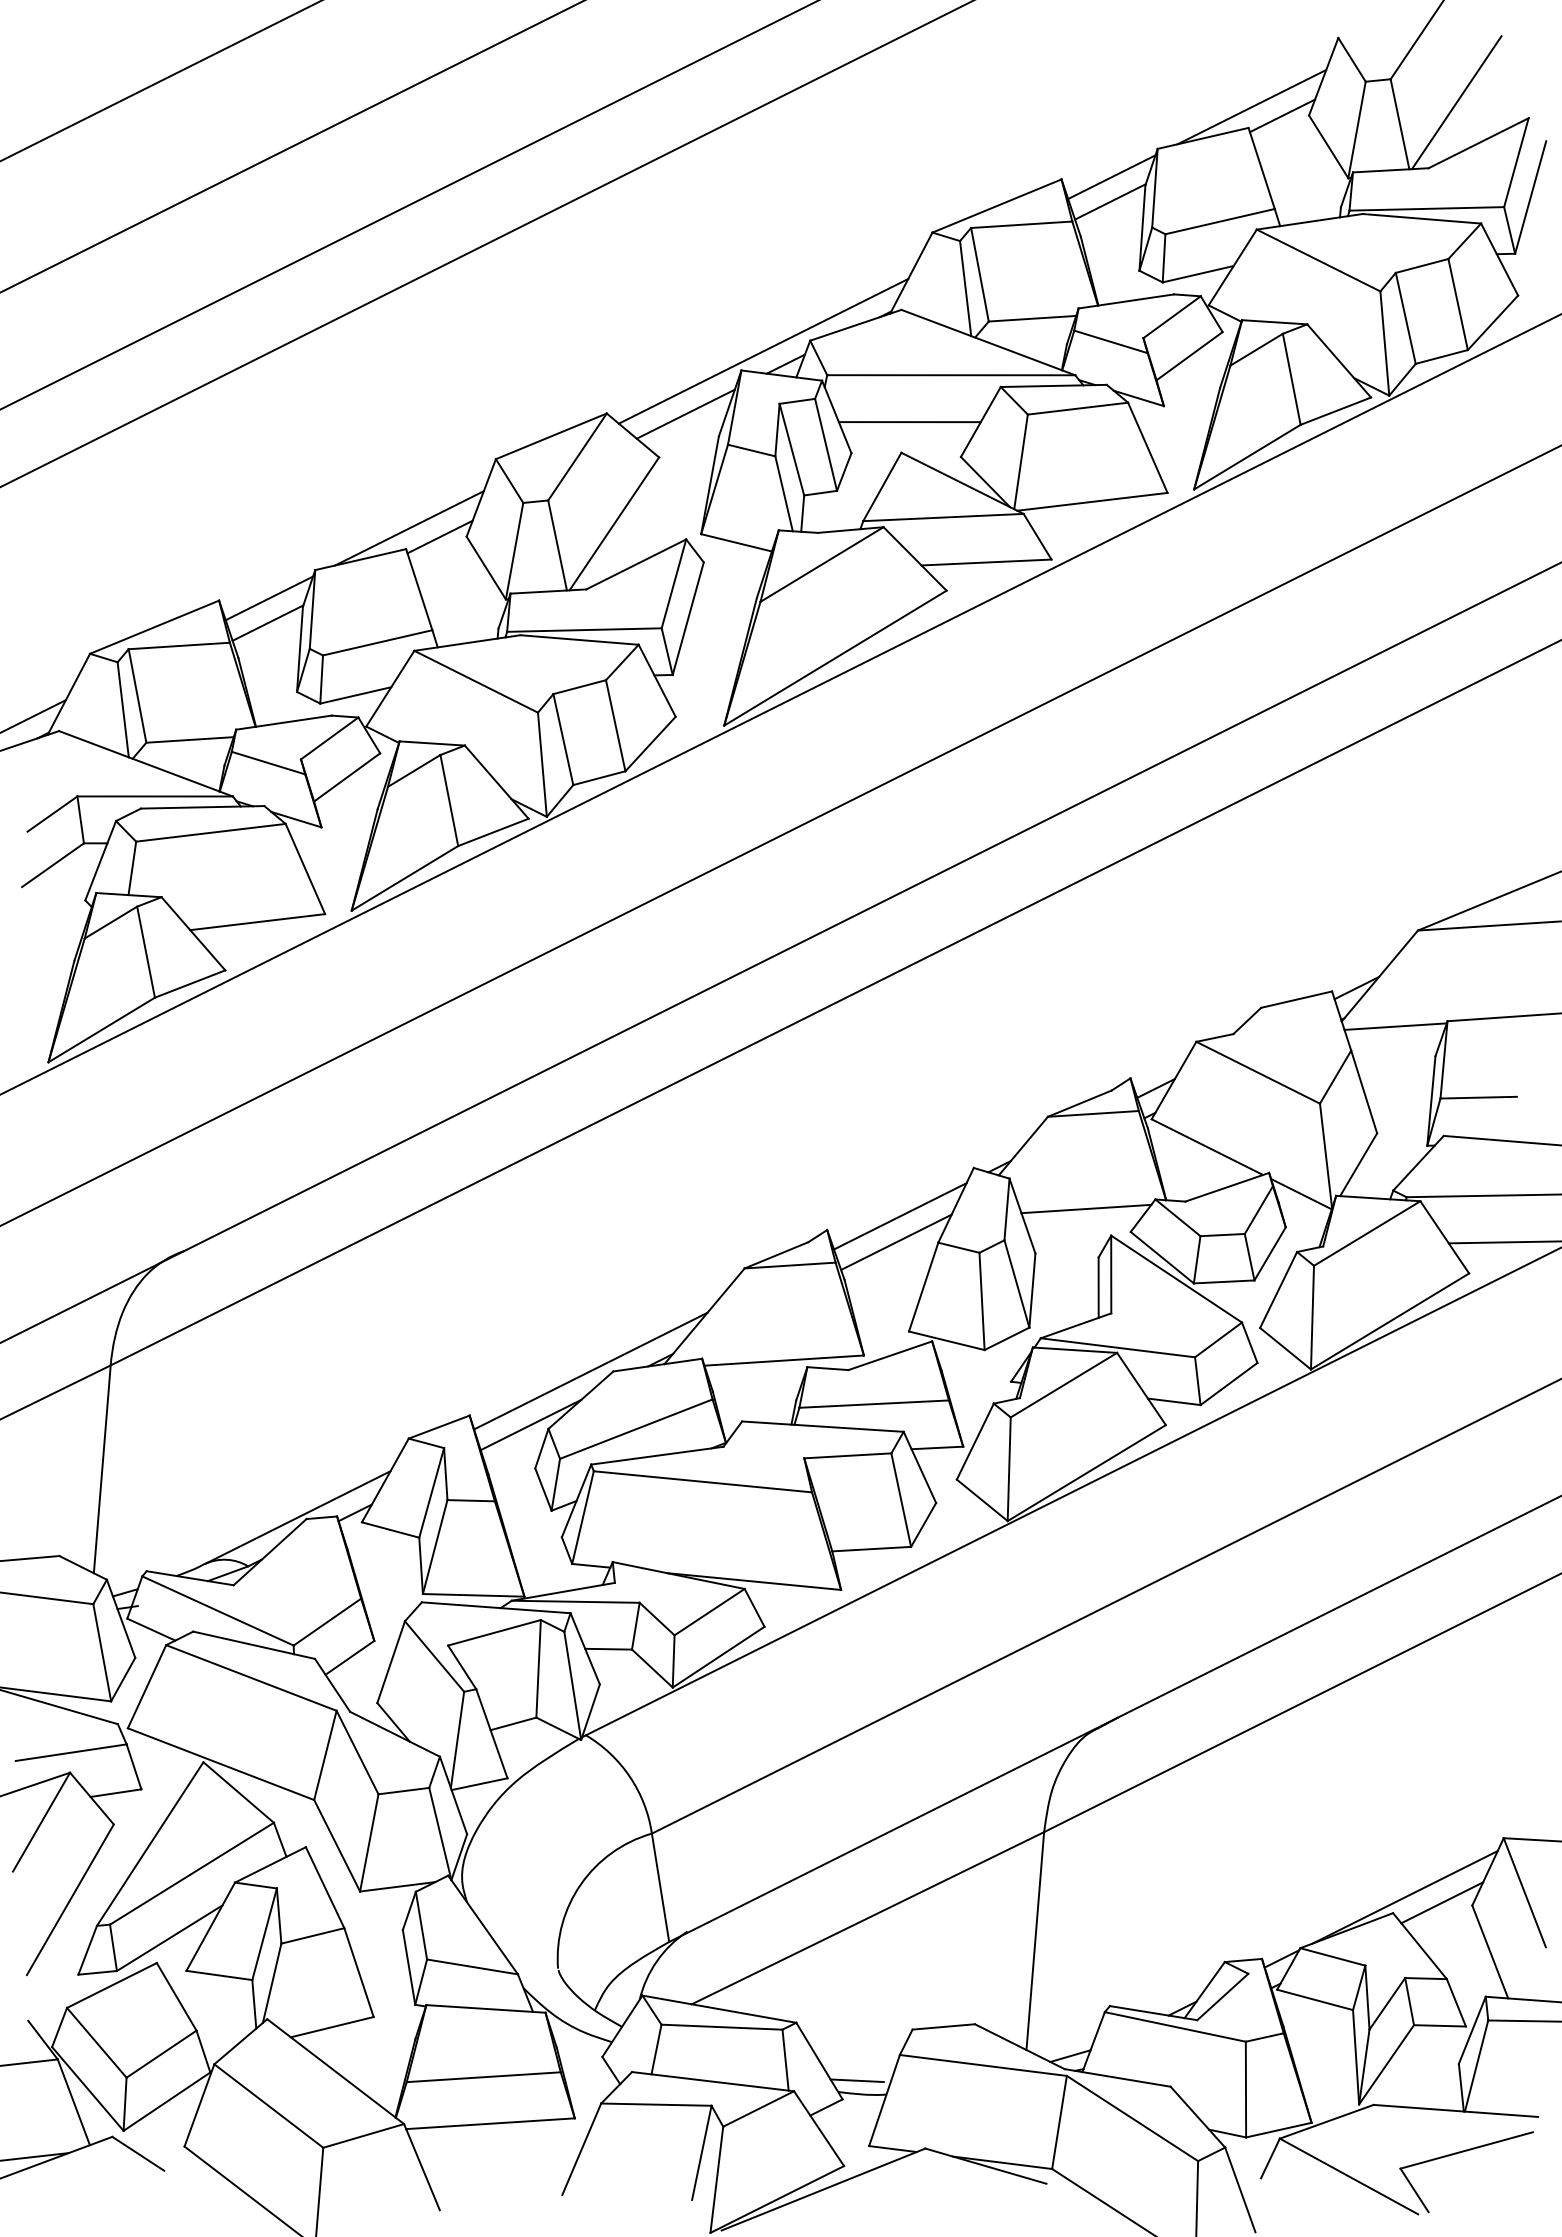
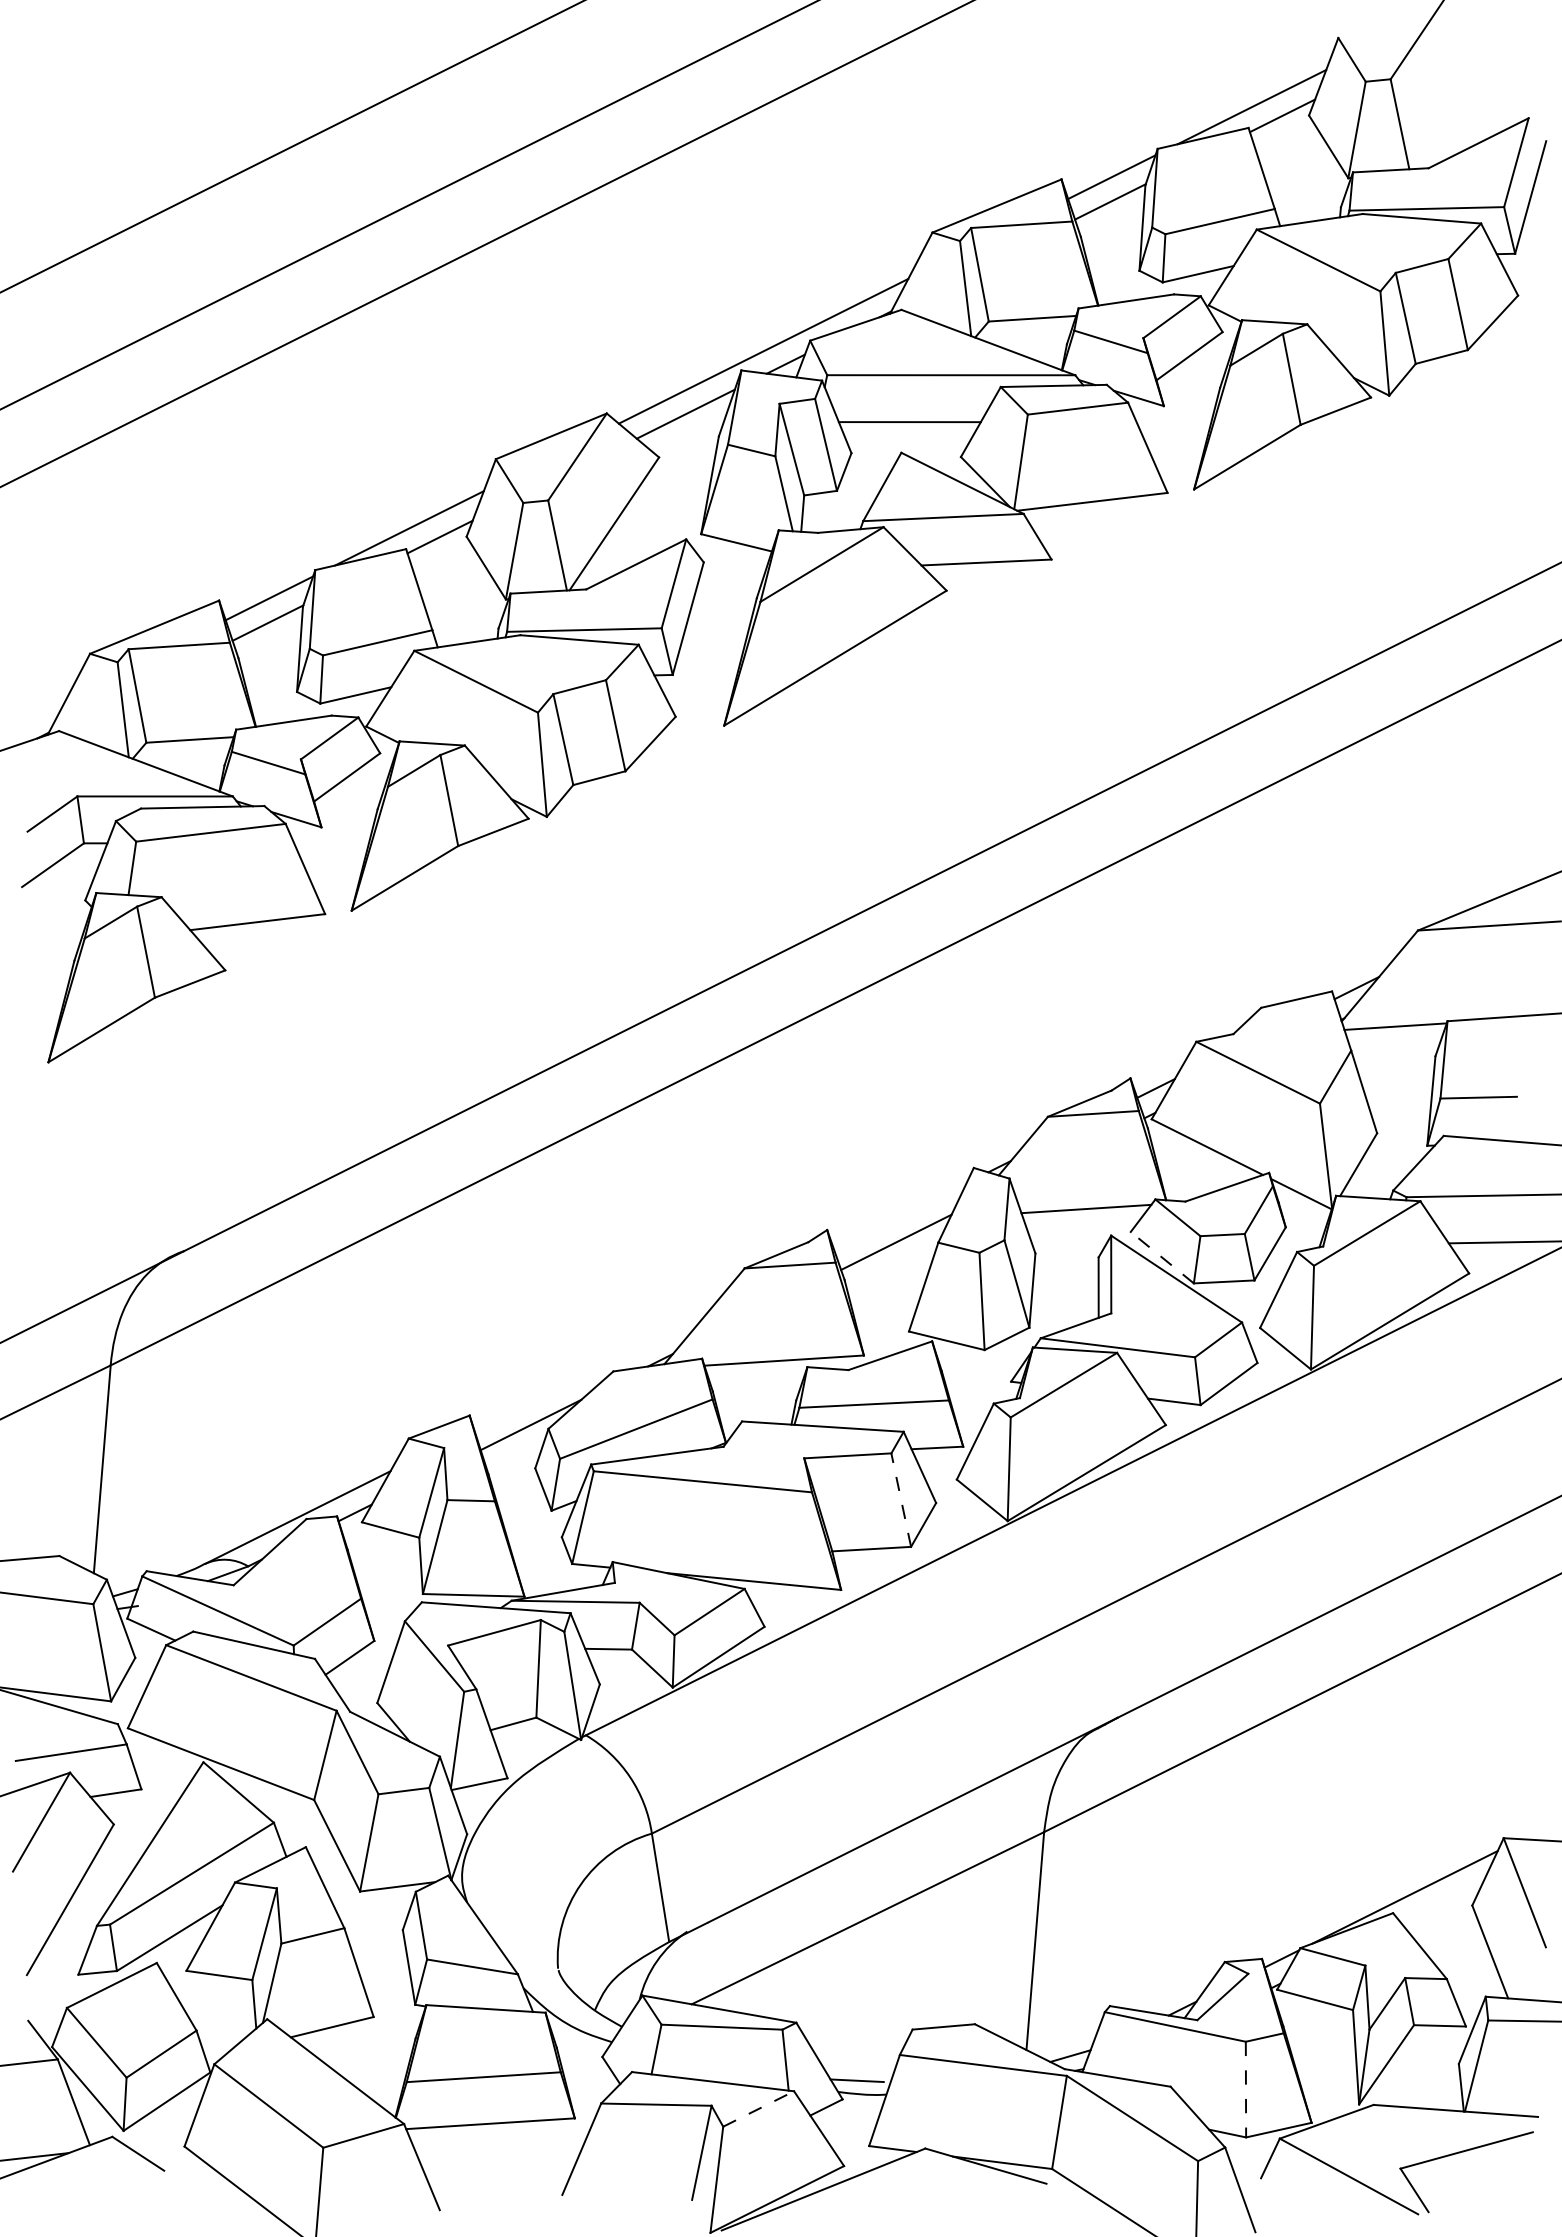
line at (160, 81): present -> none
line at (1456, 102): present -> none
line at (780, 704): present -> none
line at (33, 716): present -> none
line at (780, 835): present -> none
line at (899, 1216): present -> none
line at (1162, 1257): solid -> dashed
line at (590, 1370): present -> none
line at (901, 1500): solid -> dashed
line at (1442, 1902): present -> none
line at (1245, 2089): solid -> dashed
line at (758, 2109): solid -> dashed
